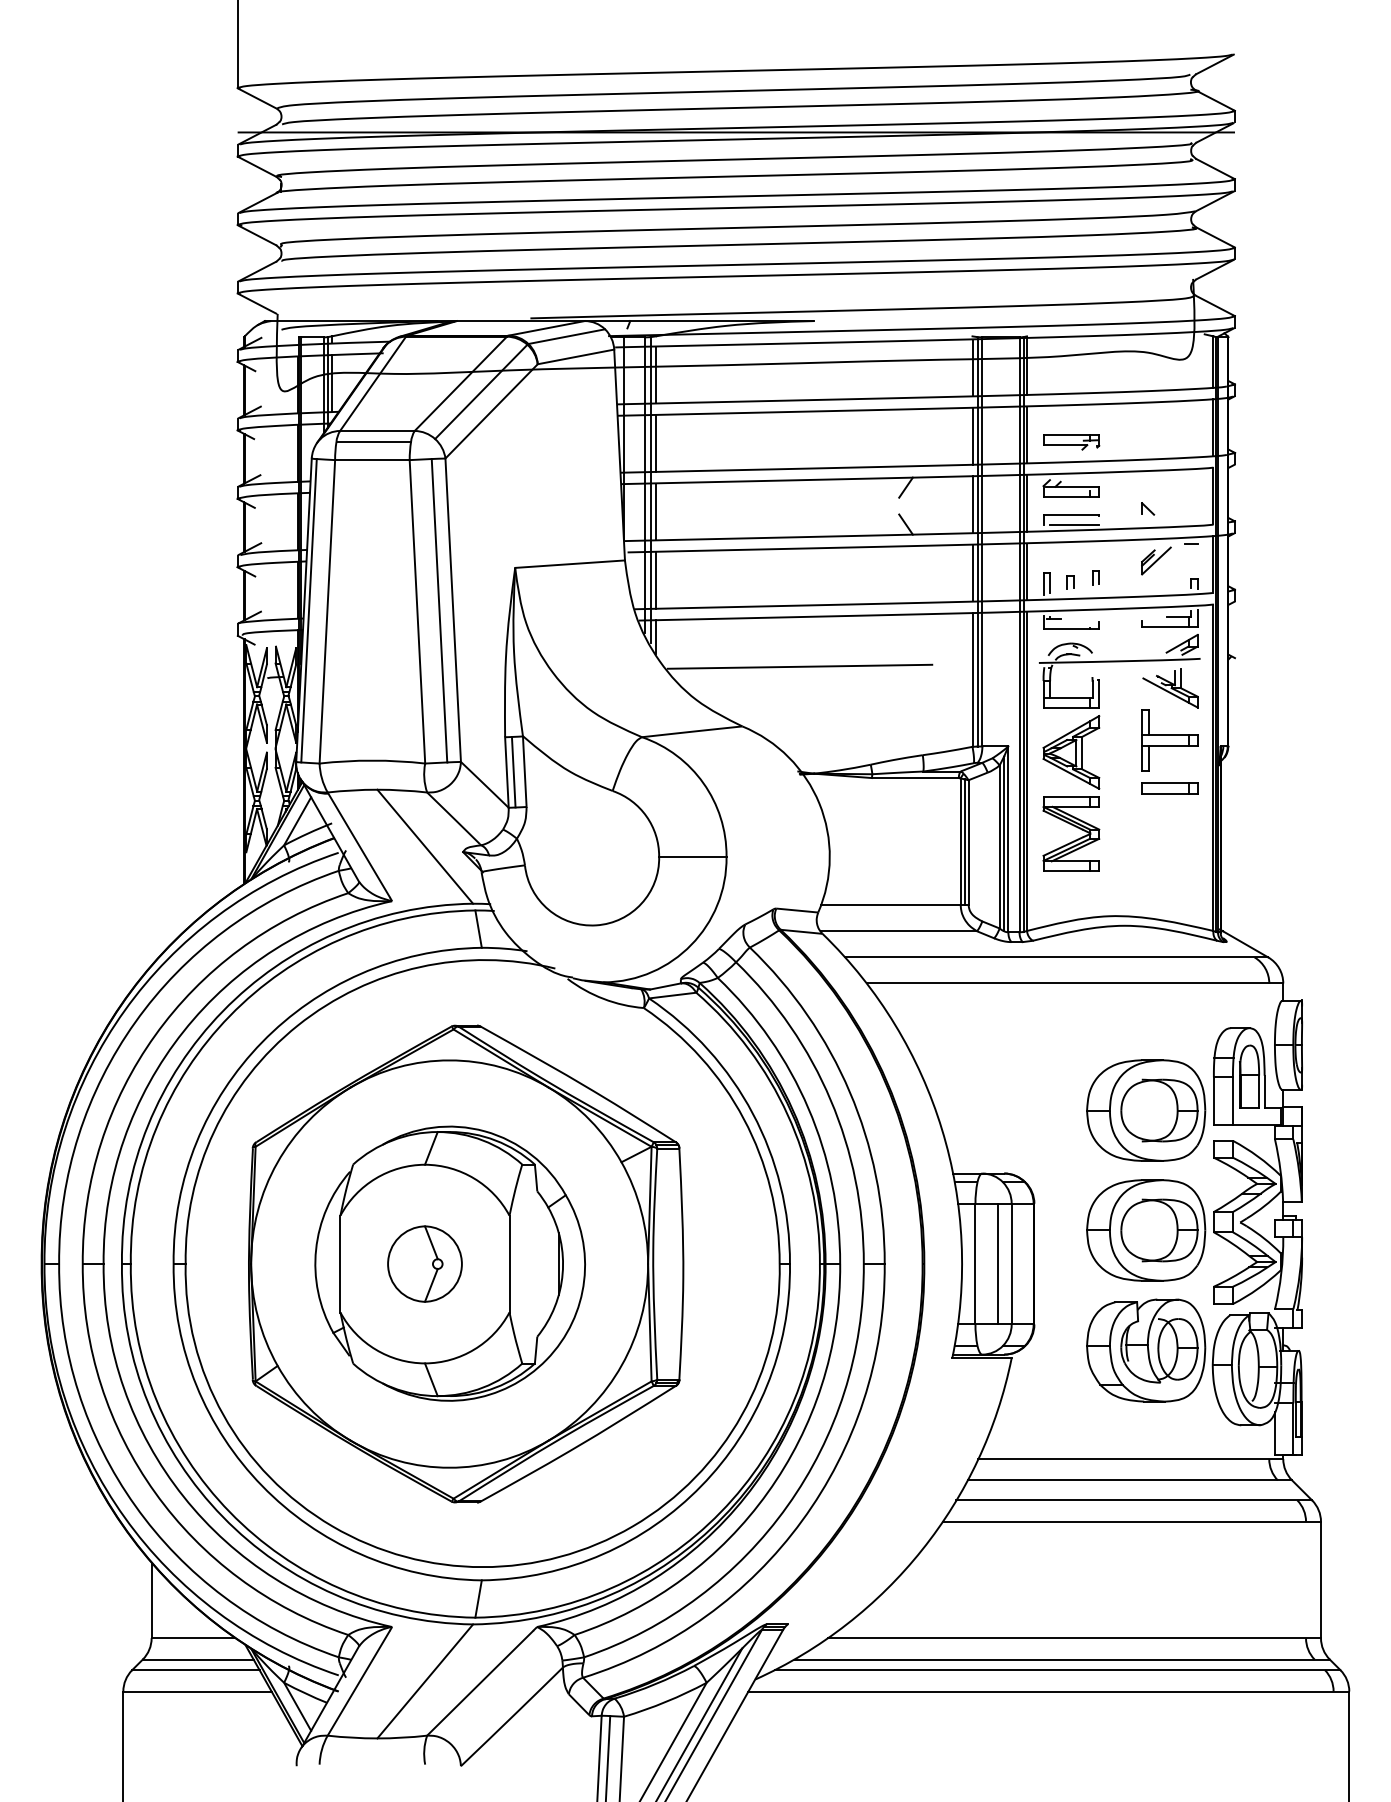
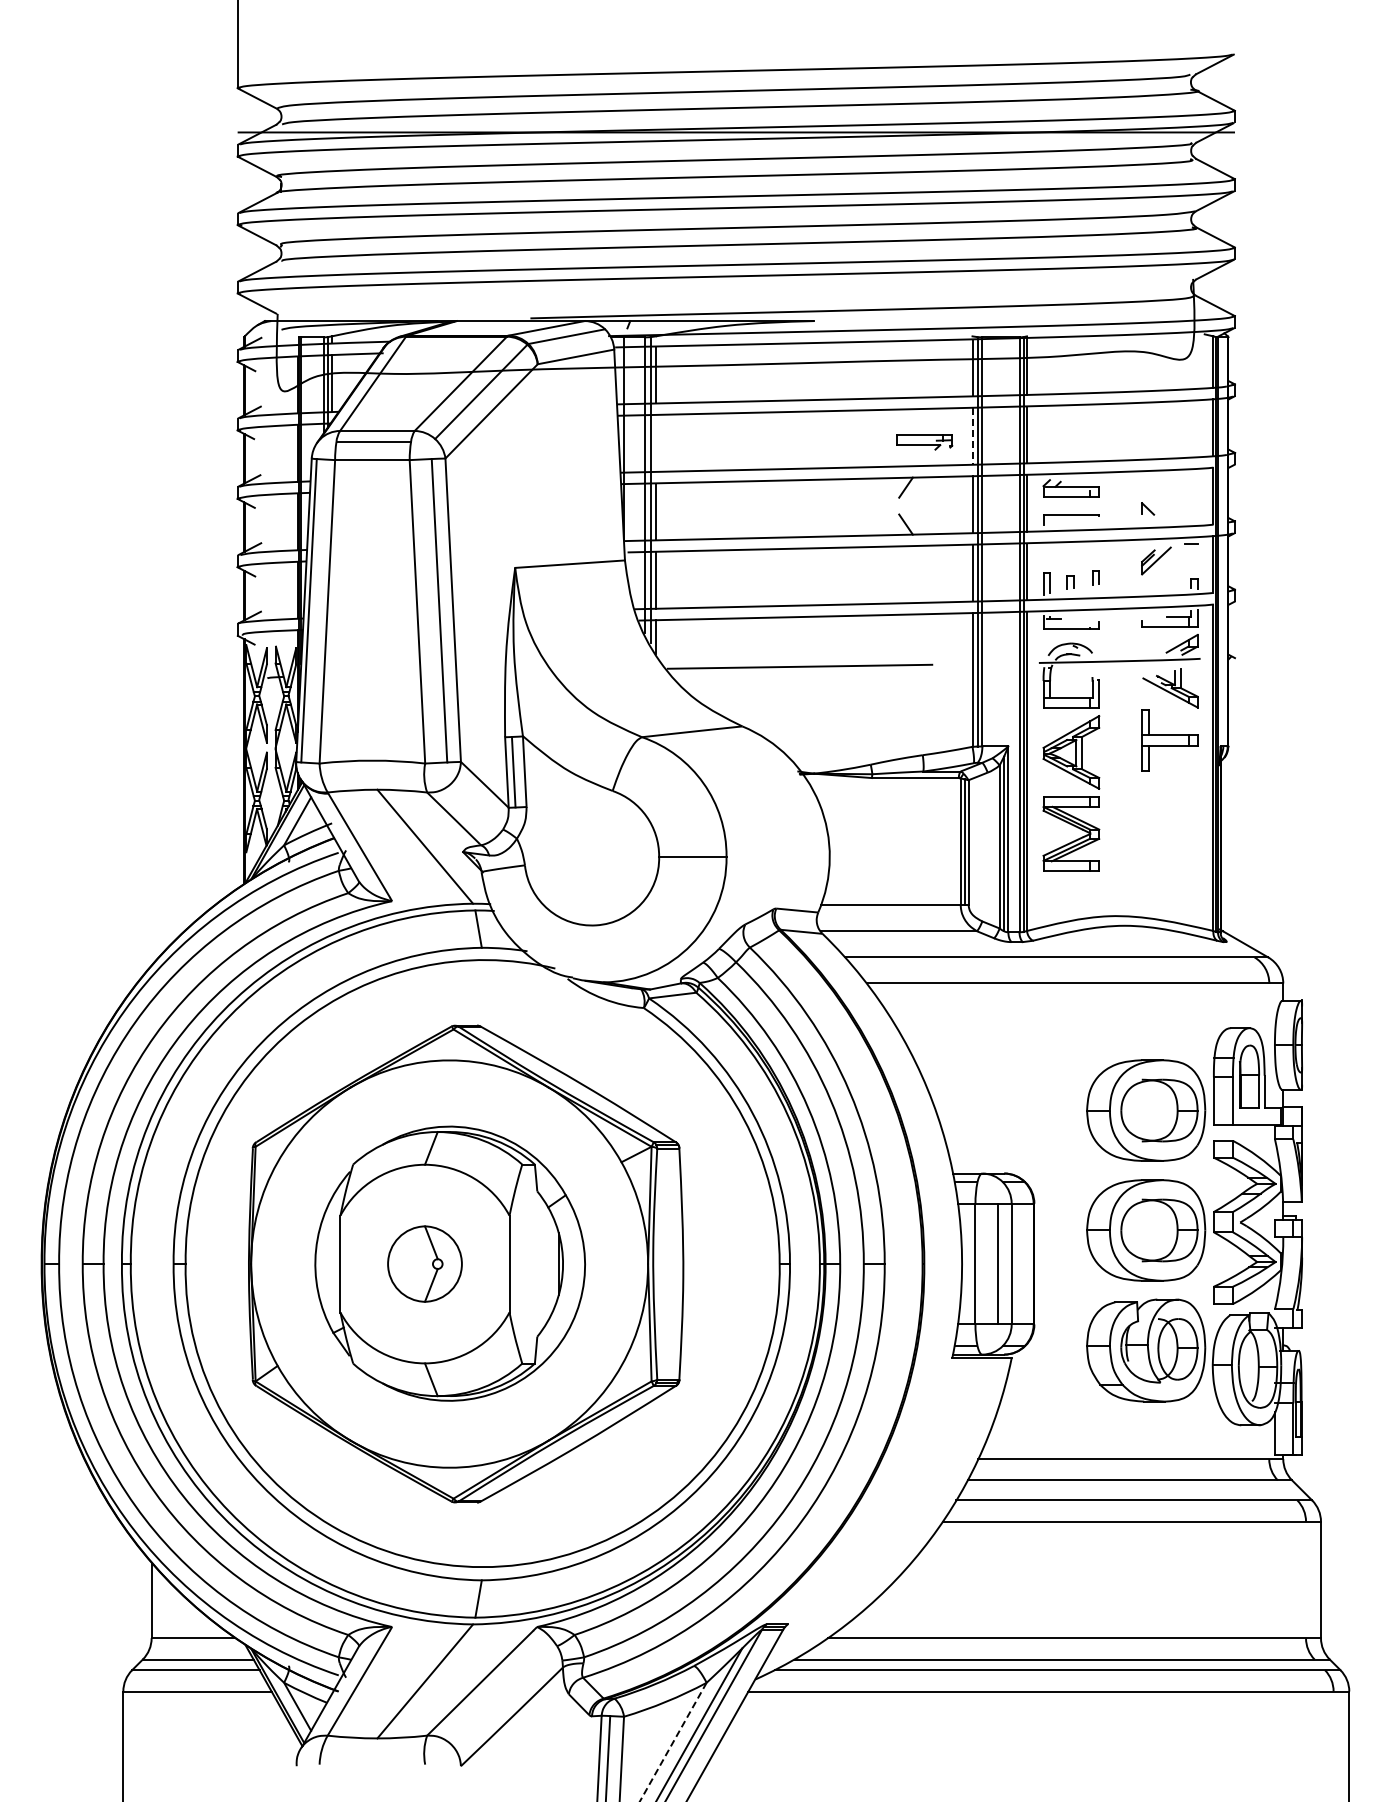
line at (972, 436): solid -> dashed
part at (1071, 442) position: (1071, 442) -> (924, 442)
line at (655, 443): present -> none
line at (1074, 524): present -> none
part at (1169, 788): present -> none
line at (672, 1742): solid -> dashed
